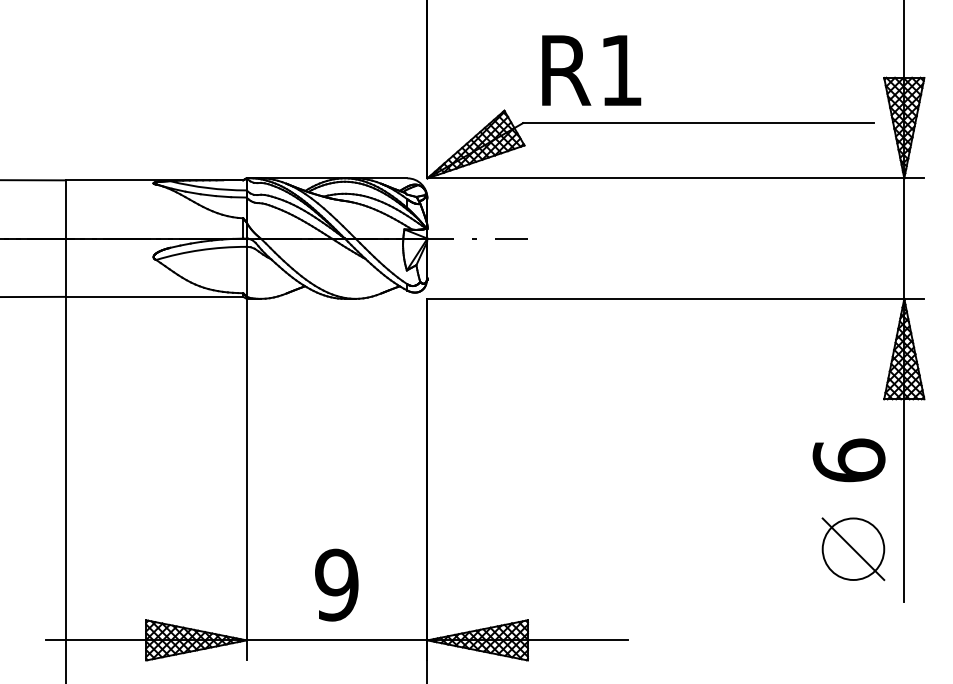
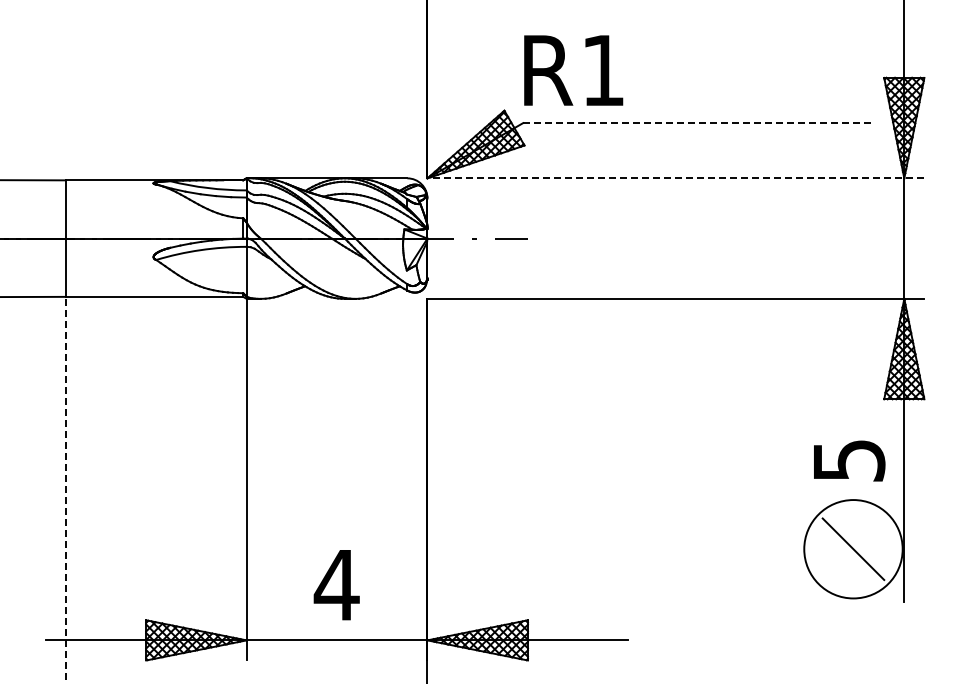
text at (591, 70) position: (591, 70) -> (573, 70)
line at (698, 123): solid -> dashed
line at (675, 178): solid -> dashed
text at (848, 460): 6 -> 5
line at (65, 491): solid -> dashed
circle at (853, 549) diameter: 62 px -> 98 px
text at (336, 584): 9 -> 4
